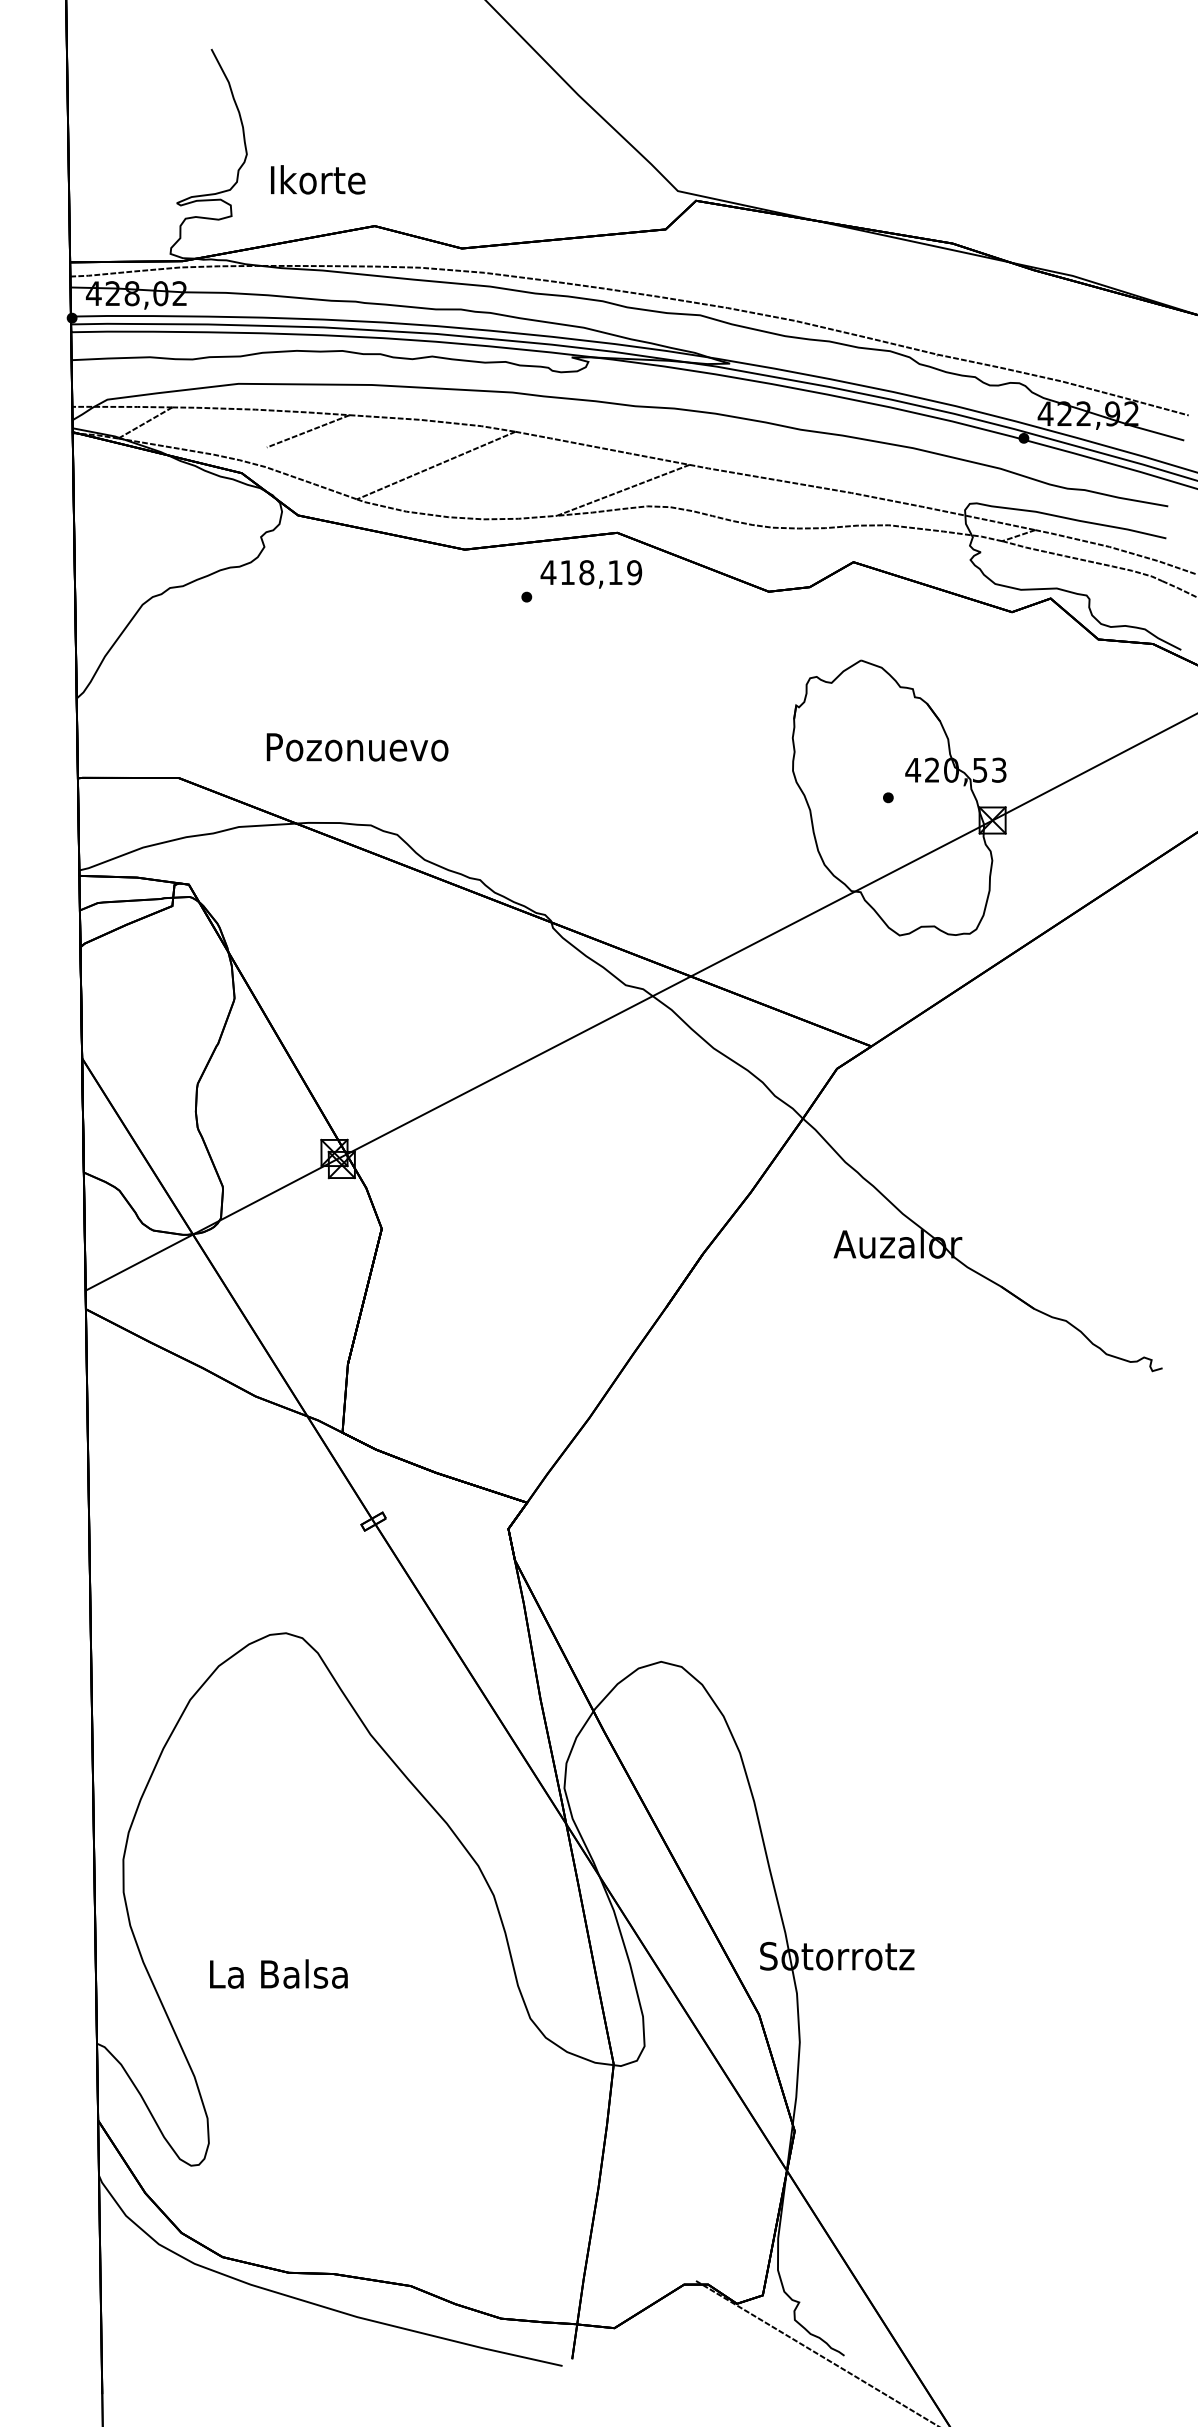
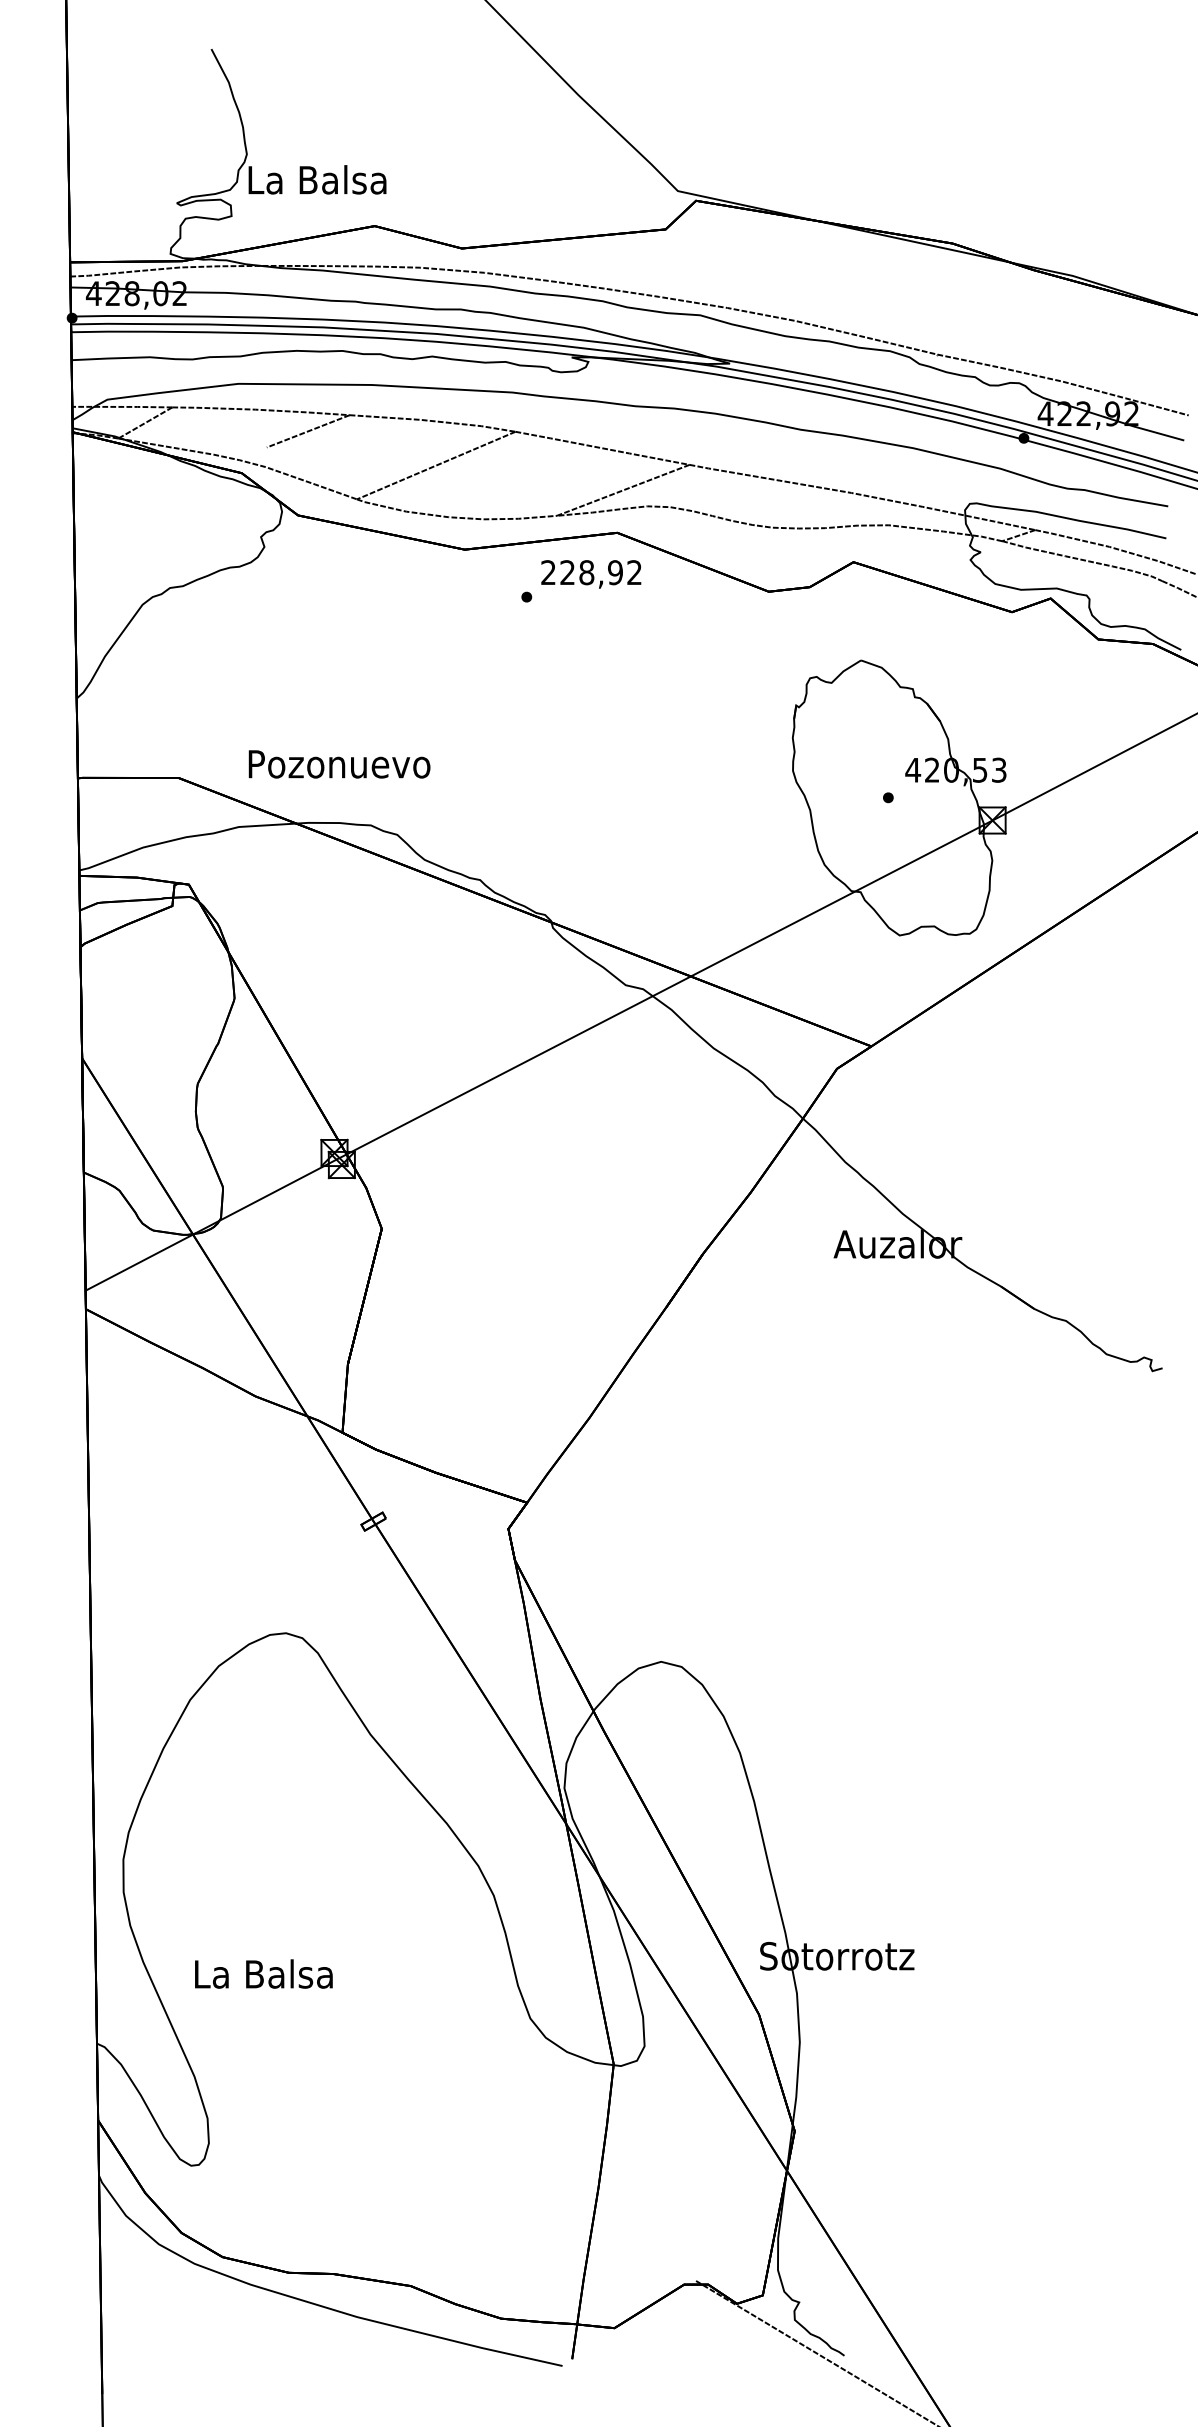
text at (317, 179): Ikorte -> La Balsa
text at (591, 572): 418,19 -> 228,92
text at (357, 747) position: (357, 747) -> (339, 764)
text at (278, 1973) position: (278, 1973) -> (263, 1973)
